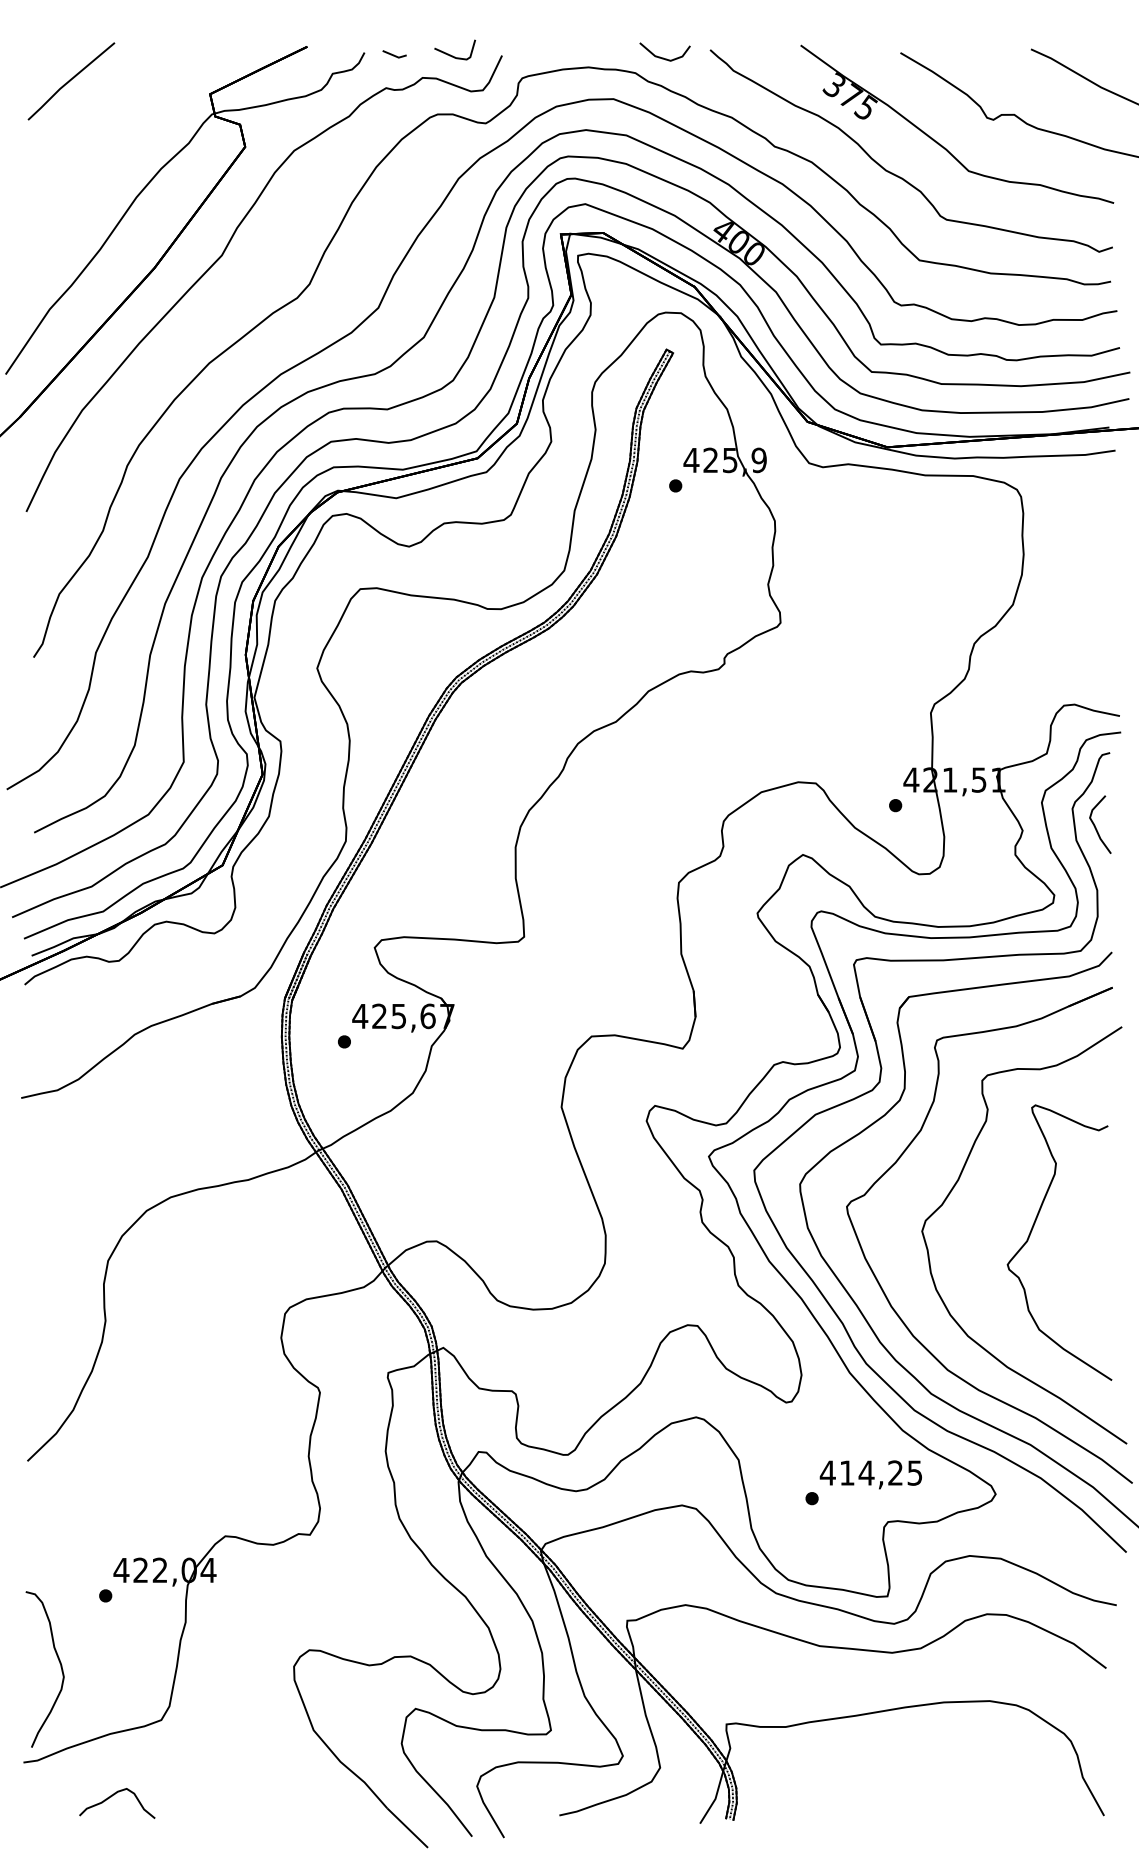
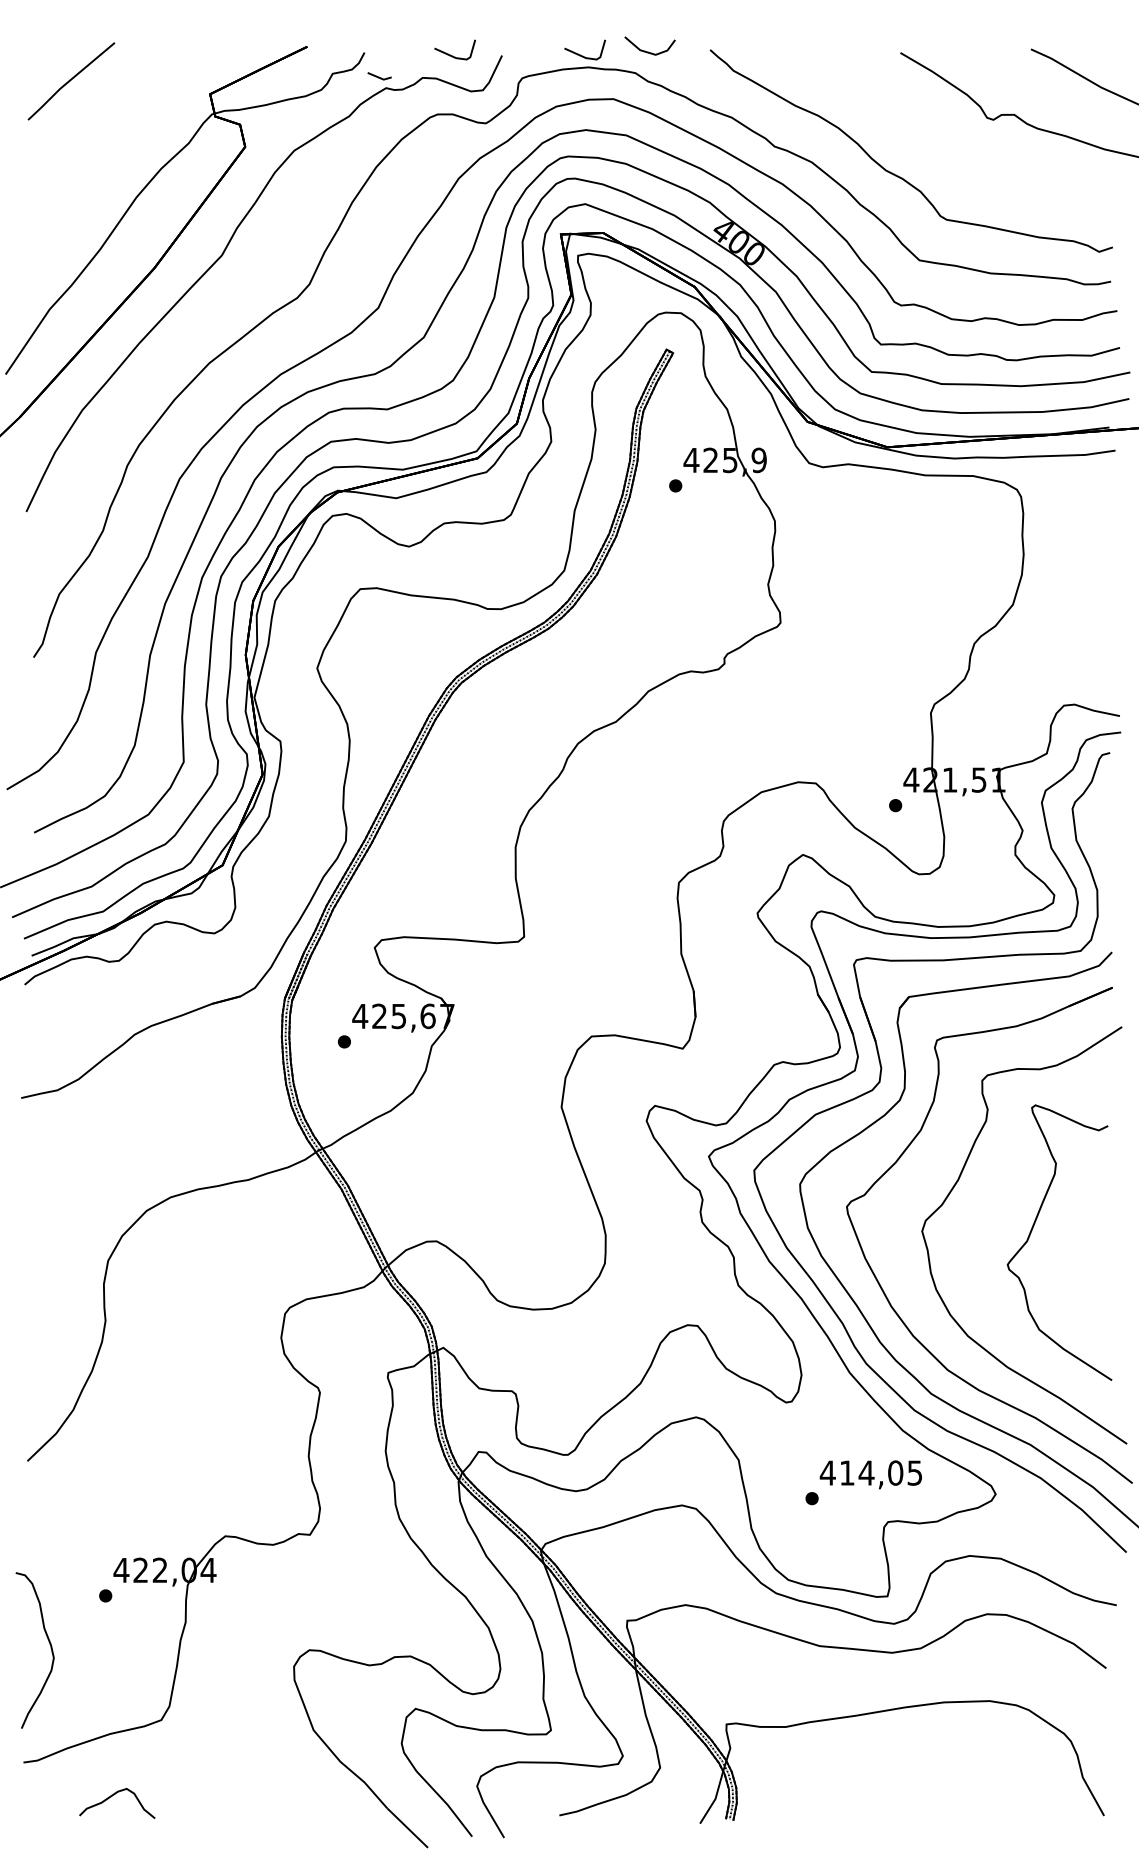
line at (394, 54) position: (394, 54) -> (379, 76)
line at (582, 55): none -> present
line at (663, 57) position: (663, 57) -> (648, 51)
part at (941, 144): present -> none
curve at (1096, 827): present -> none
text at (895, 1472): 414,25 -> 414,05
curve at (60, 1667) position: (60, 1667) -> (50, 1648)
